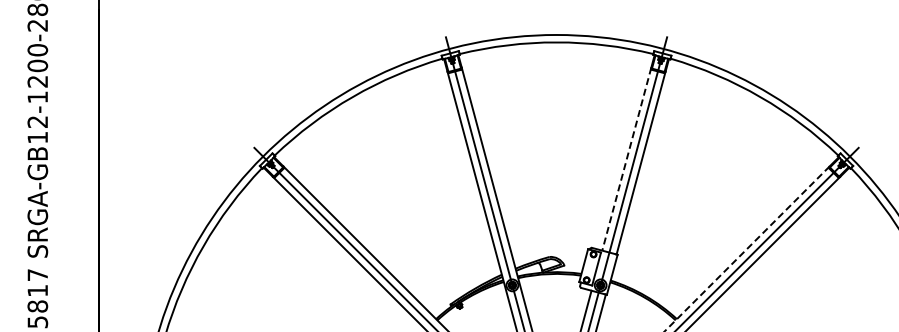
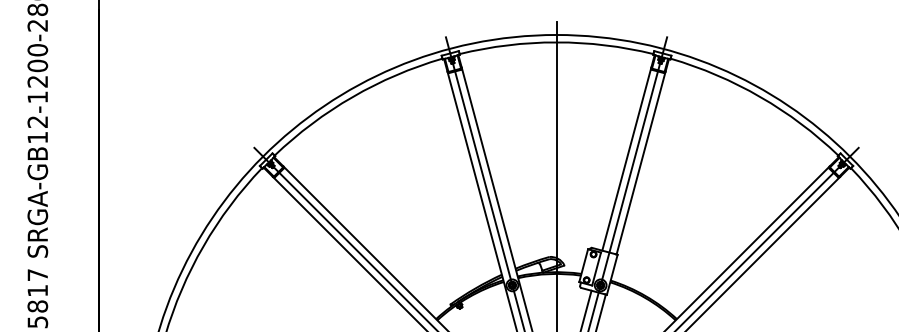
line at (626, 159): dashed -> solid
line at (556, 175): none -> present
line at (747, 248): dashed -> solid
